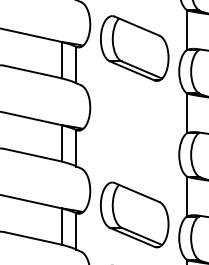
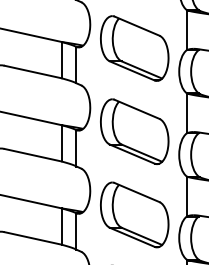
part at (134, 131): none -> present
